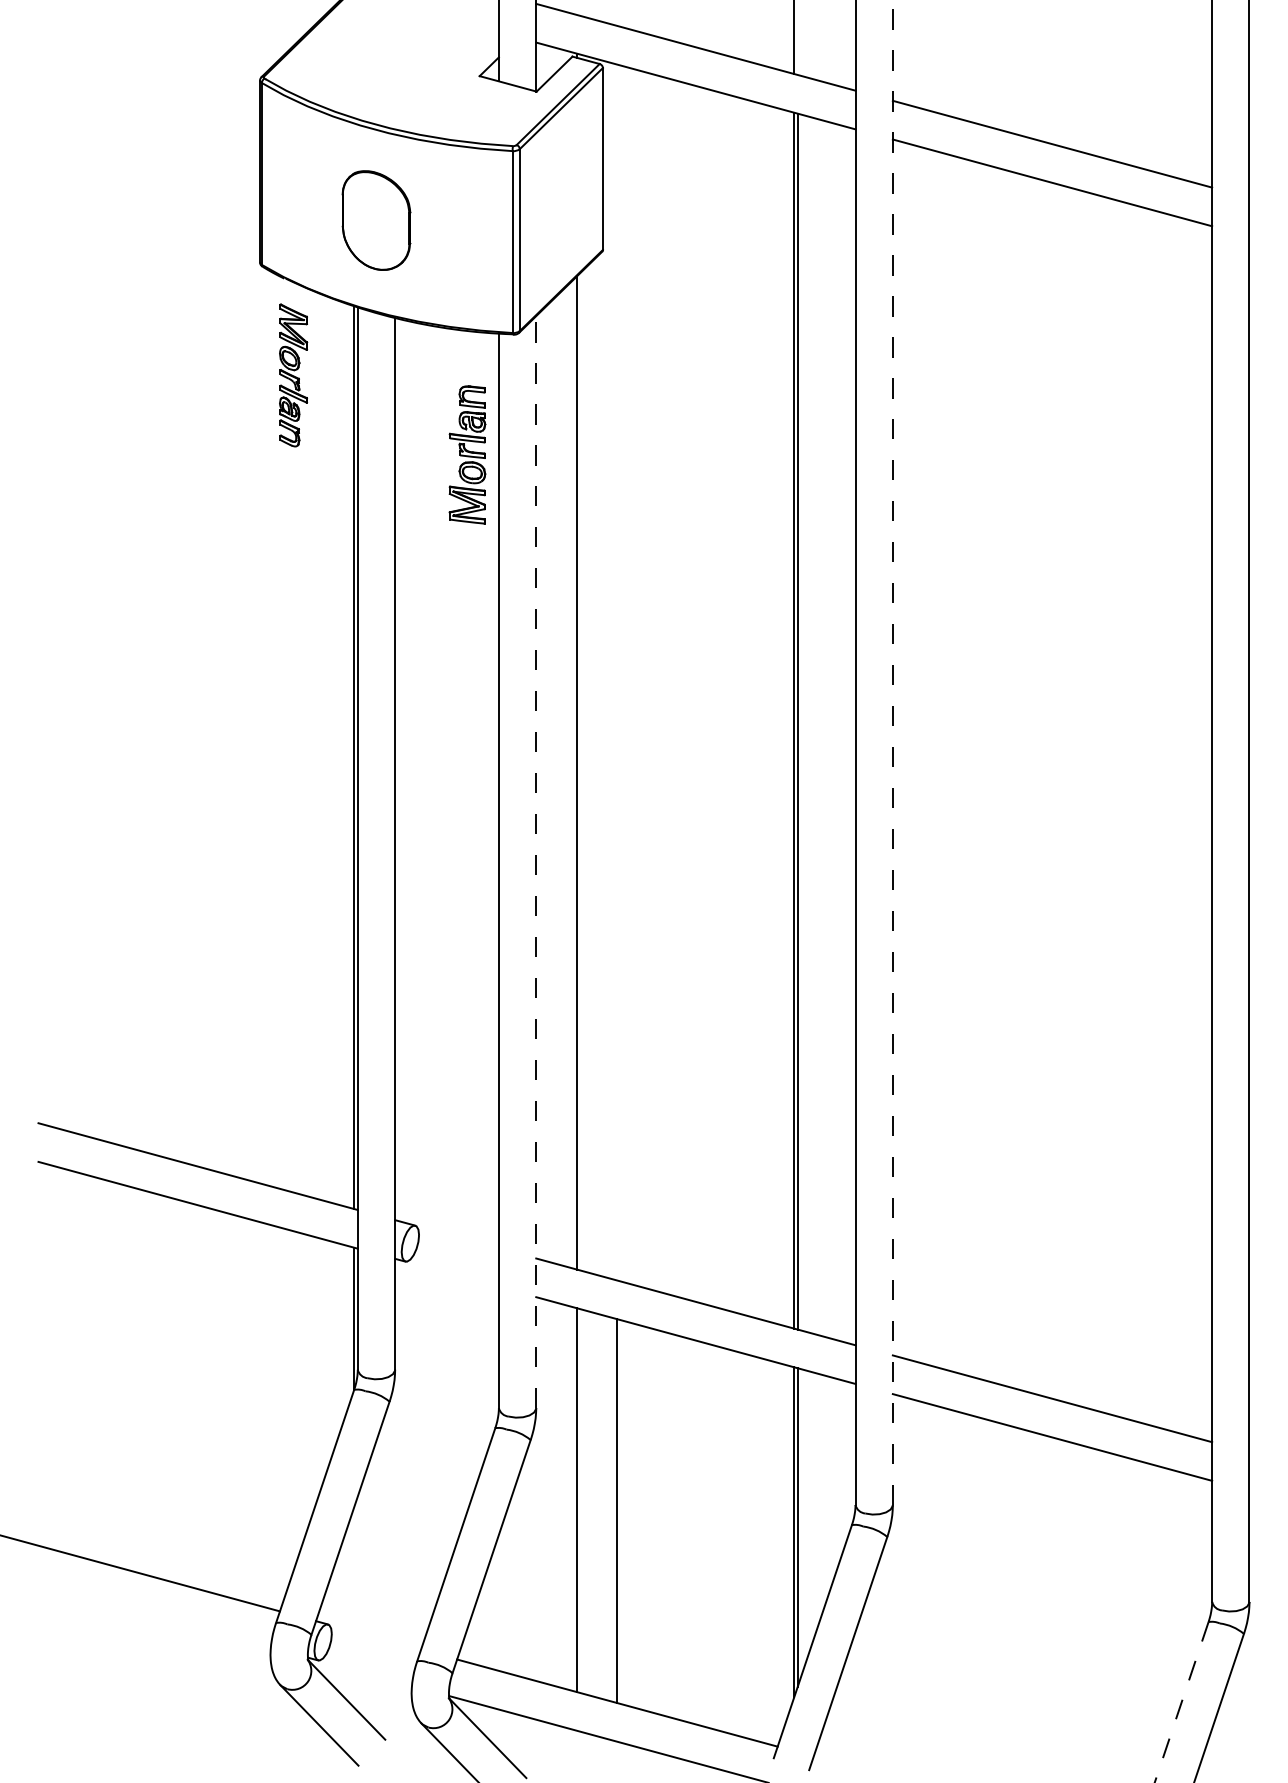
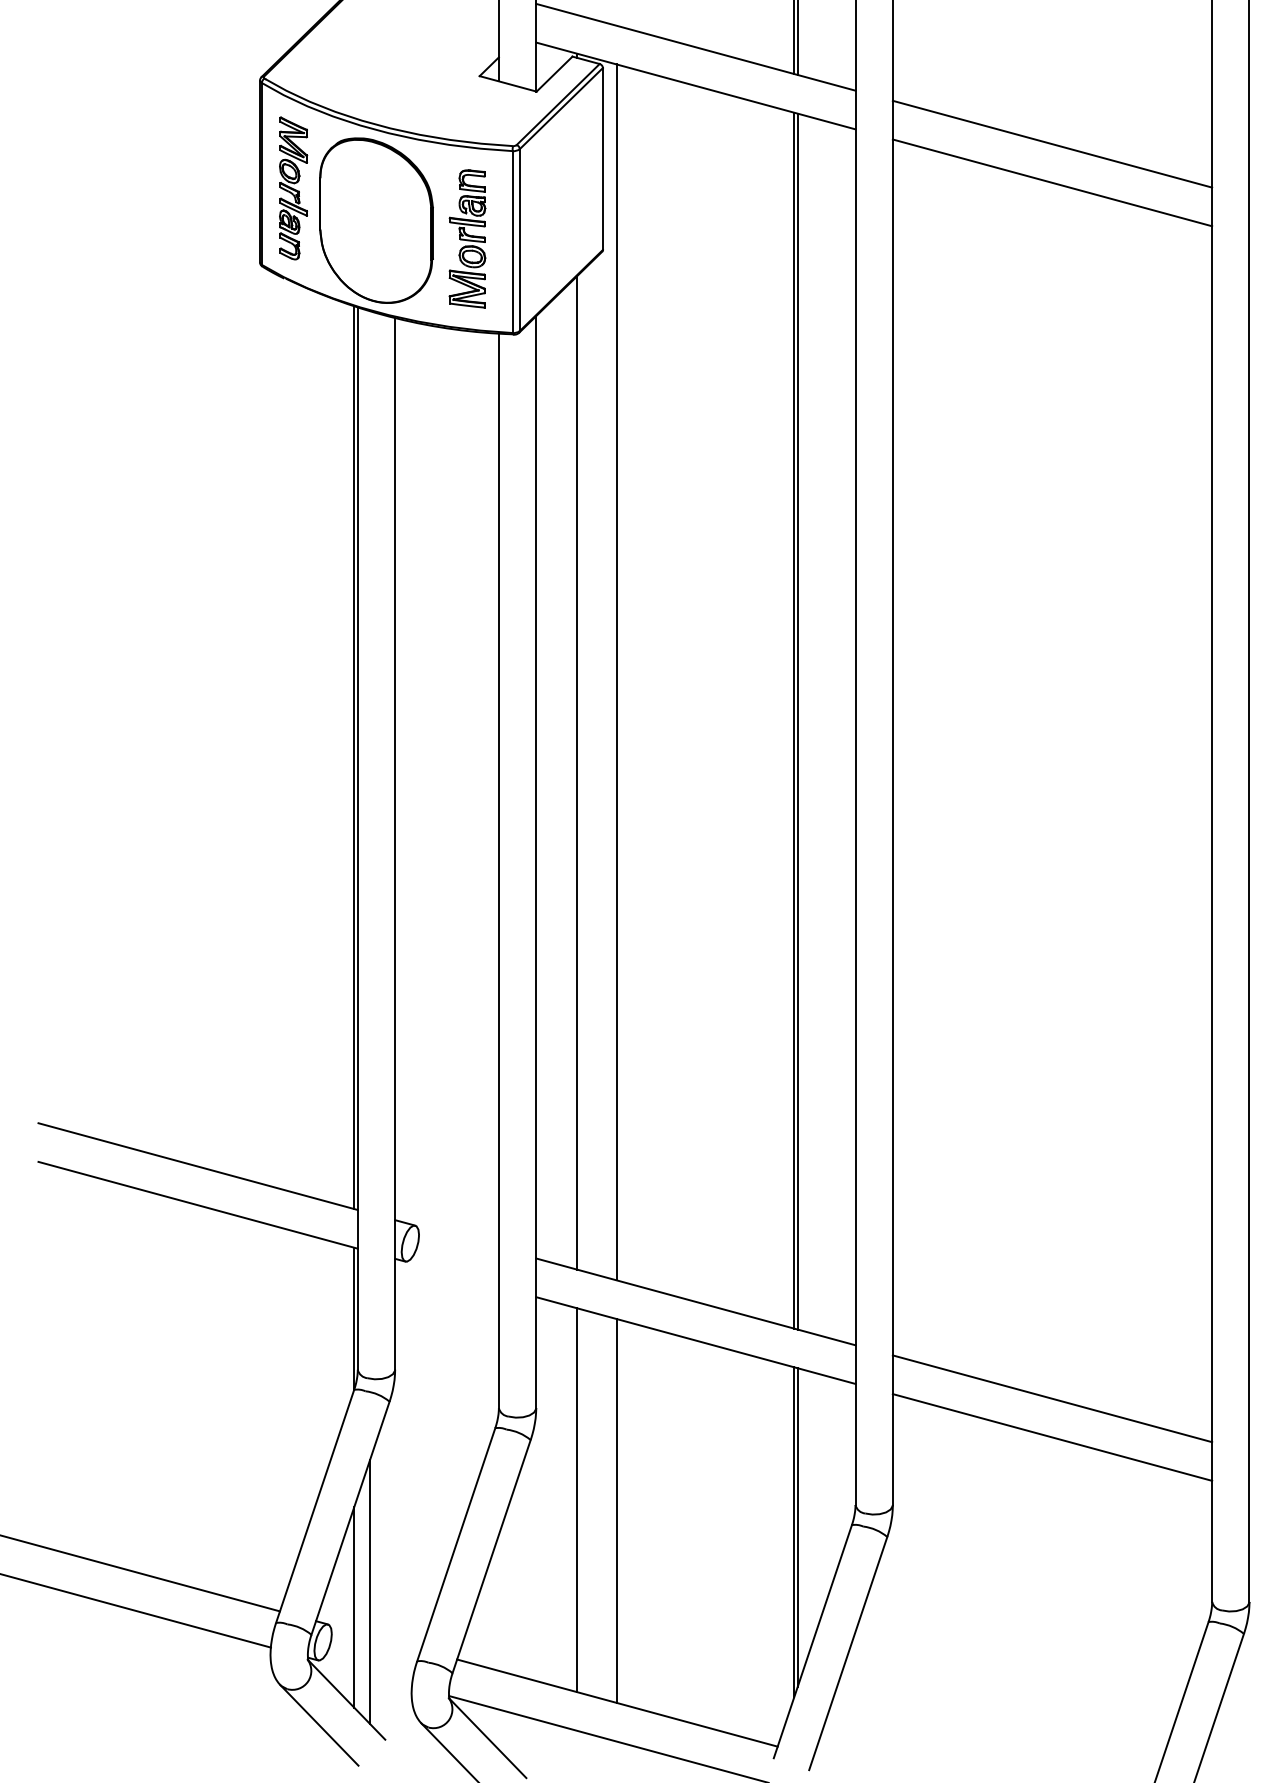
line at (797, 38): none -> present
part at (376, 220) size: 71x101 px -> 115x167 px
part at (293, 375) position: (293, 375) -> (293, 188)
part at (467, 454) position: (467, 454) -> (467, 238)
line at (616, 672): none -> present
line at (892, 752): dashed -> solid
line at (536, 862): dashed -> solid
line at (369, 1591): none -> present
line at (354, 1607): none -> present
line at (136, 1610): none -> present
line at (1181, 1702): dashed -> solid
